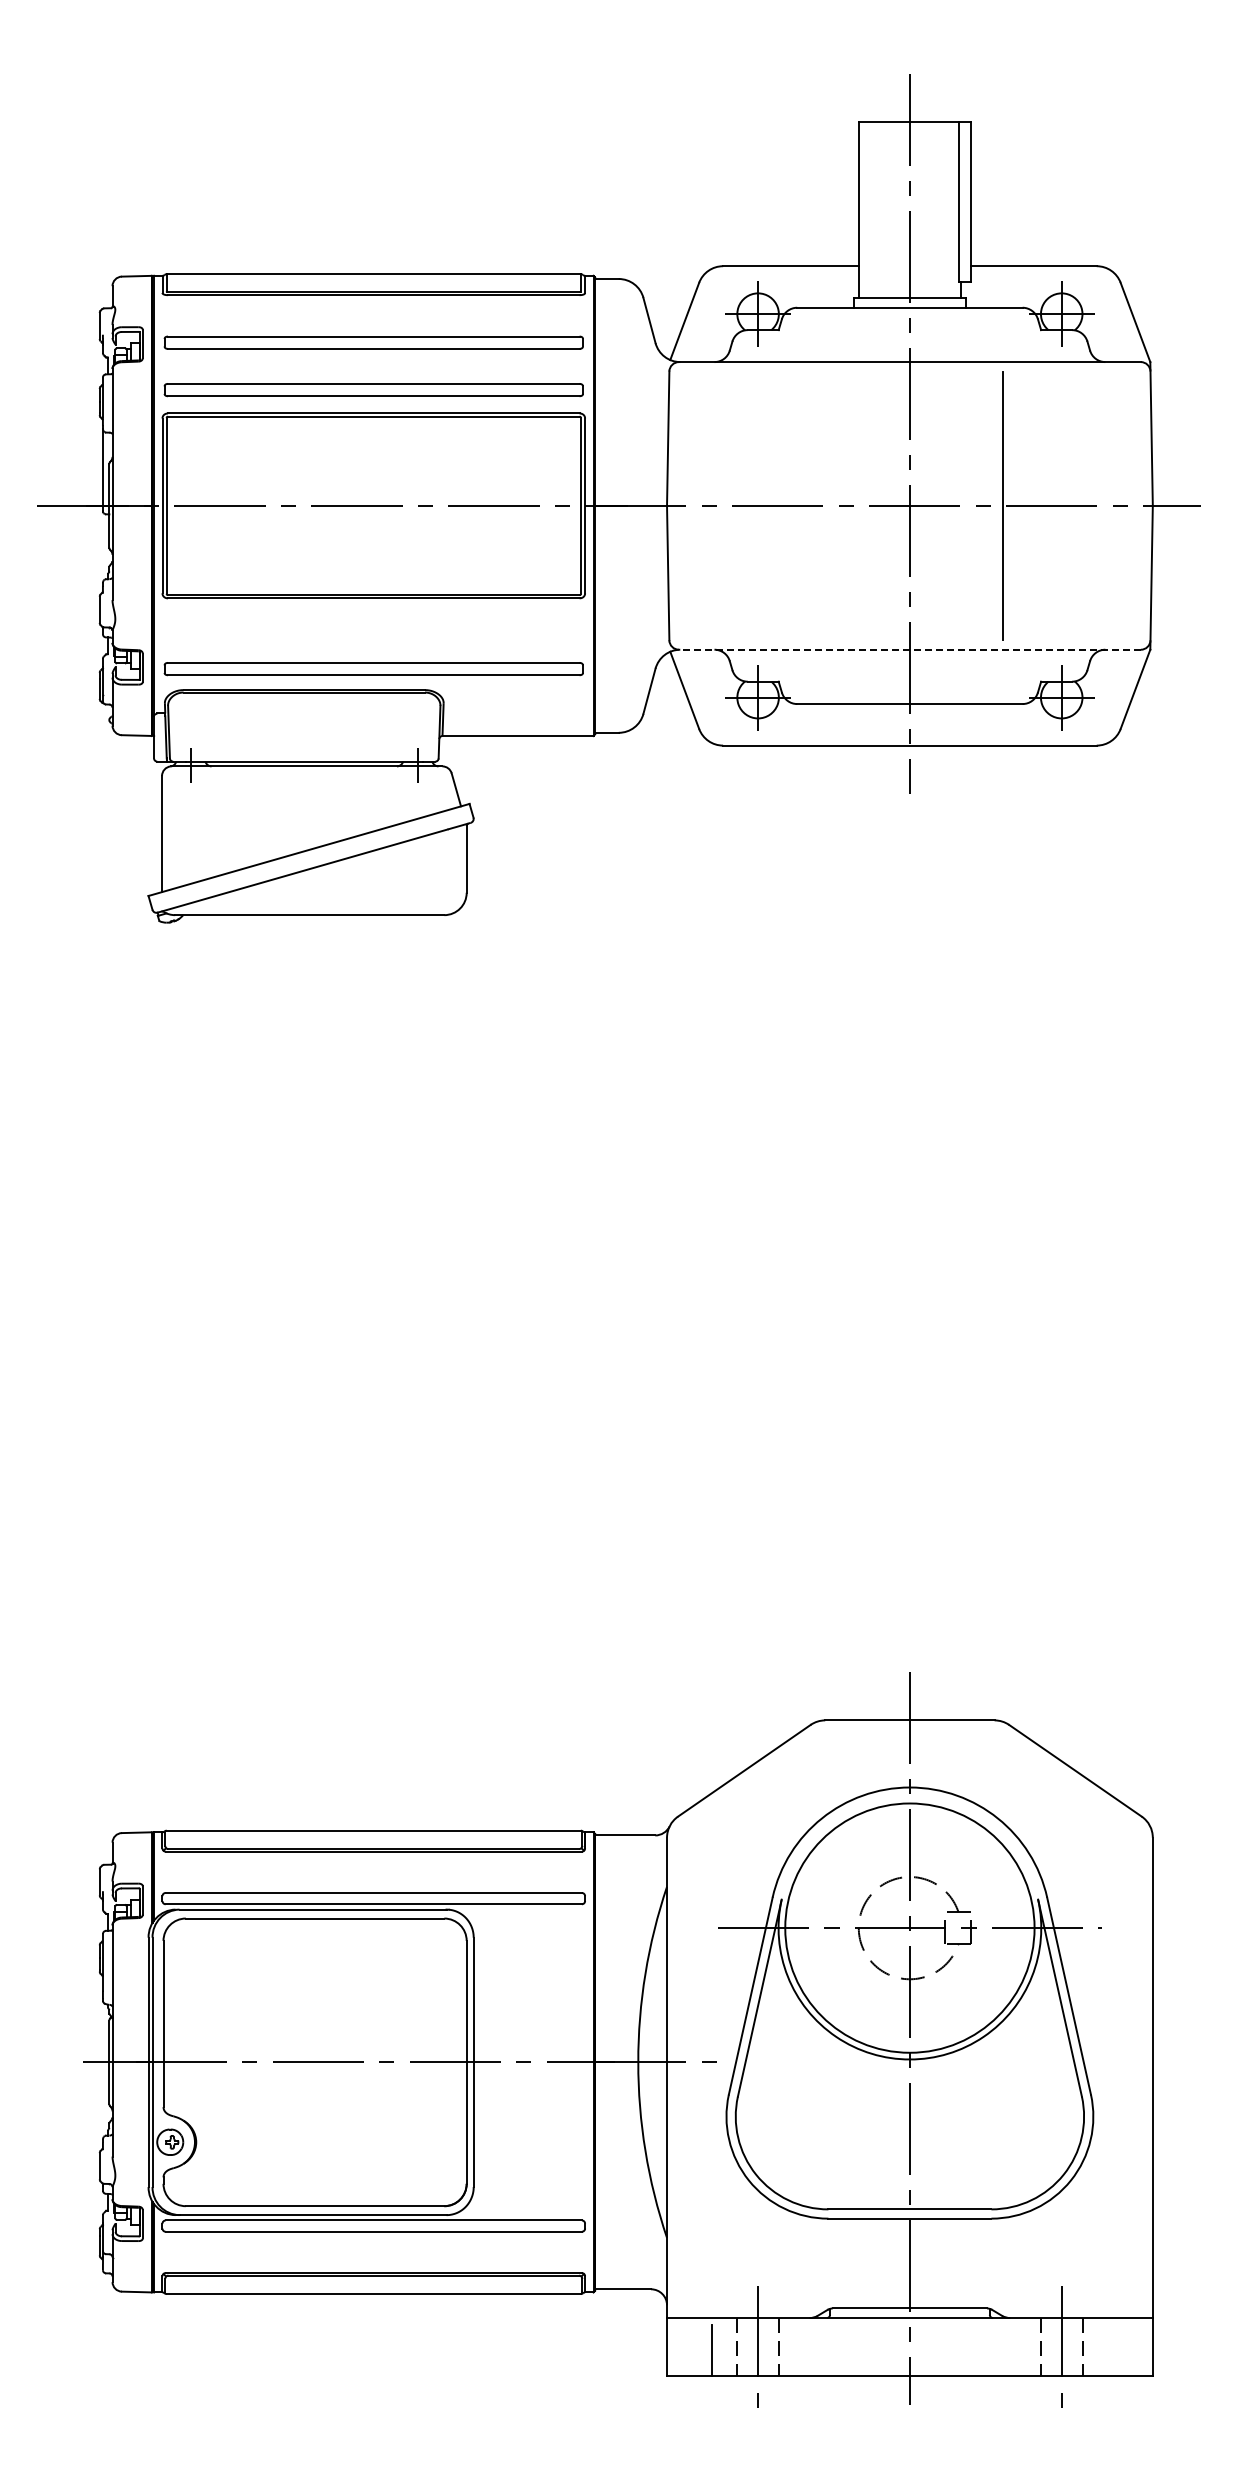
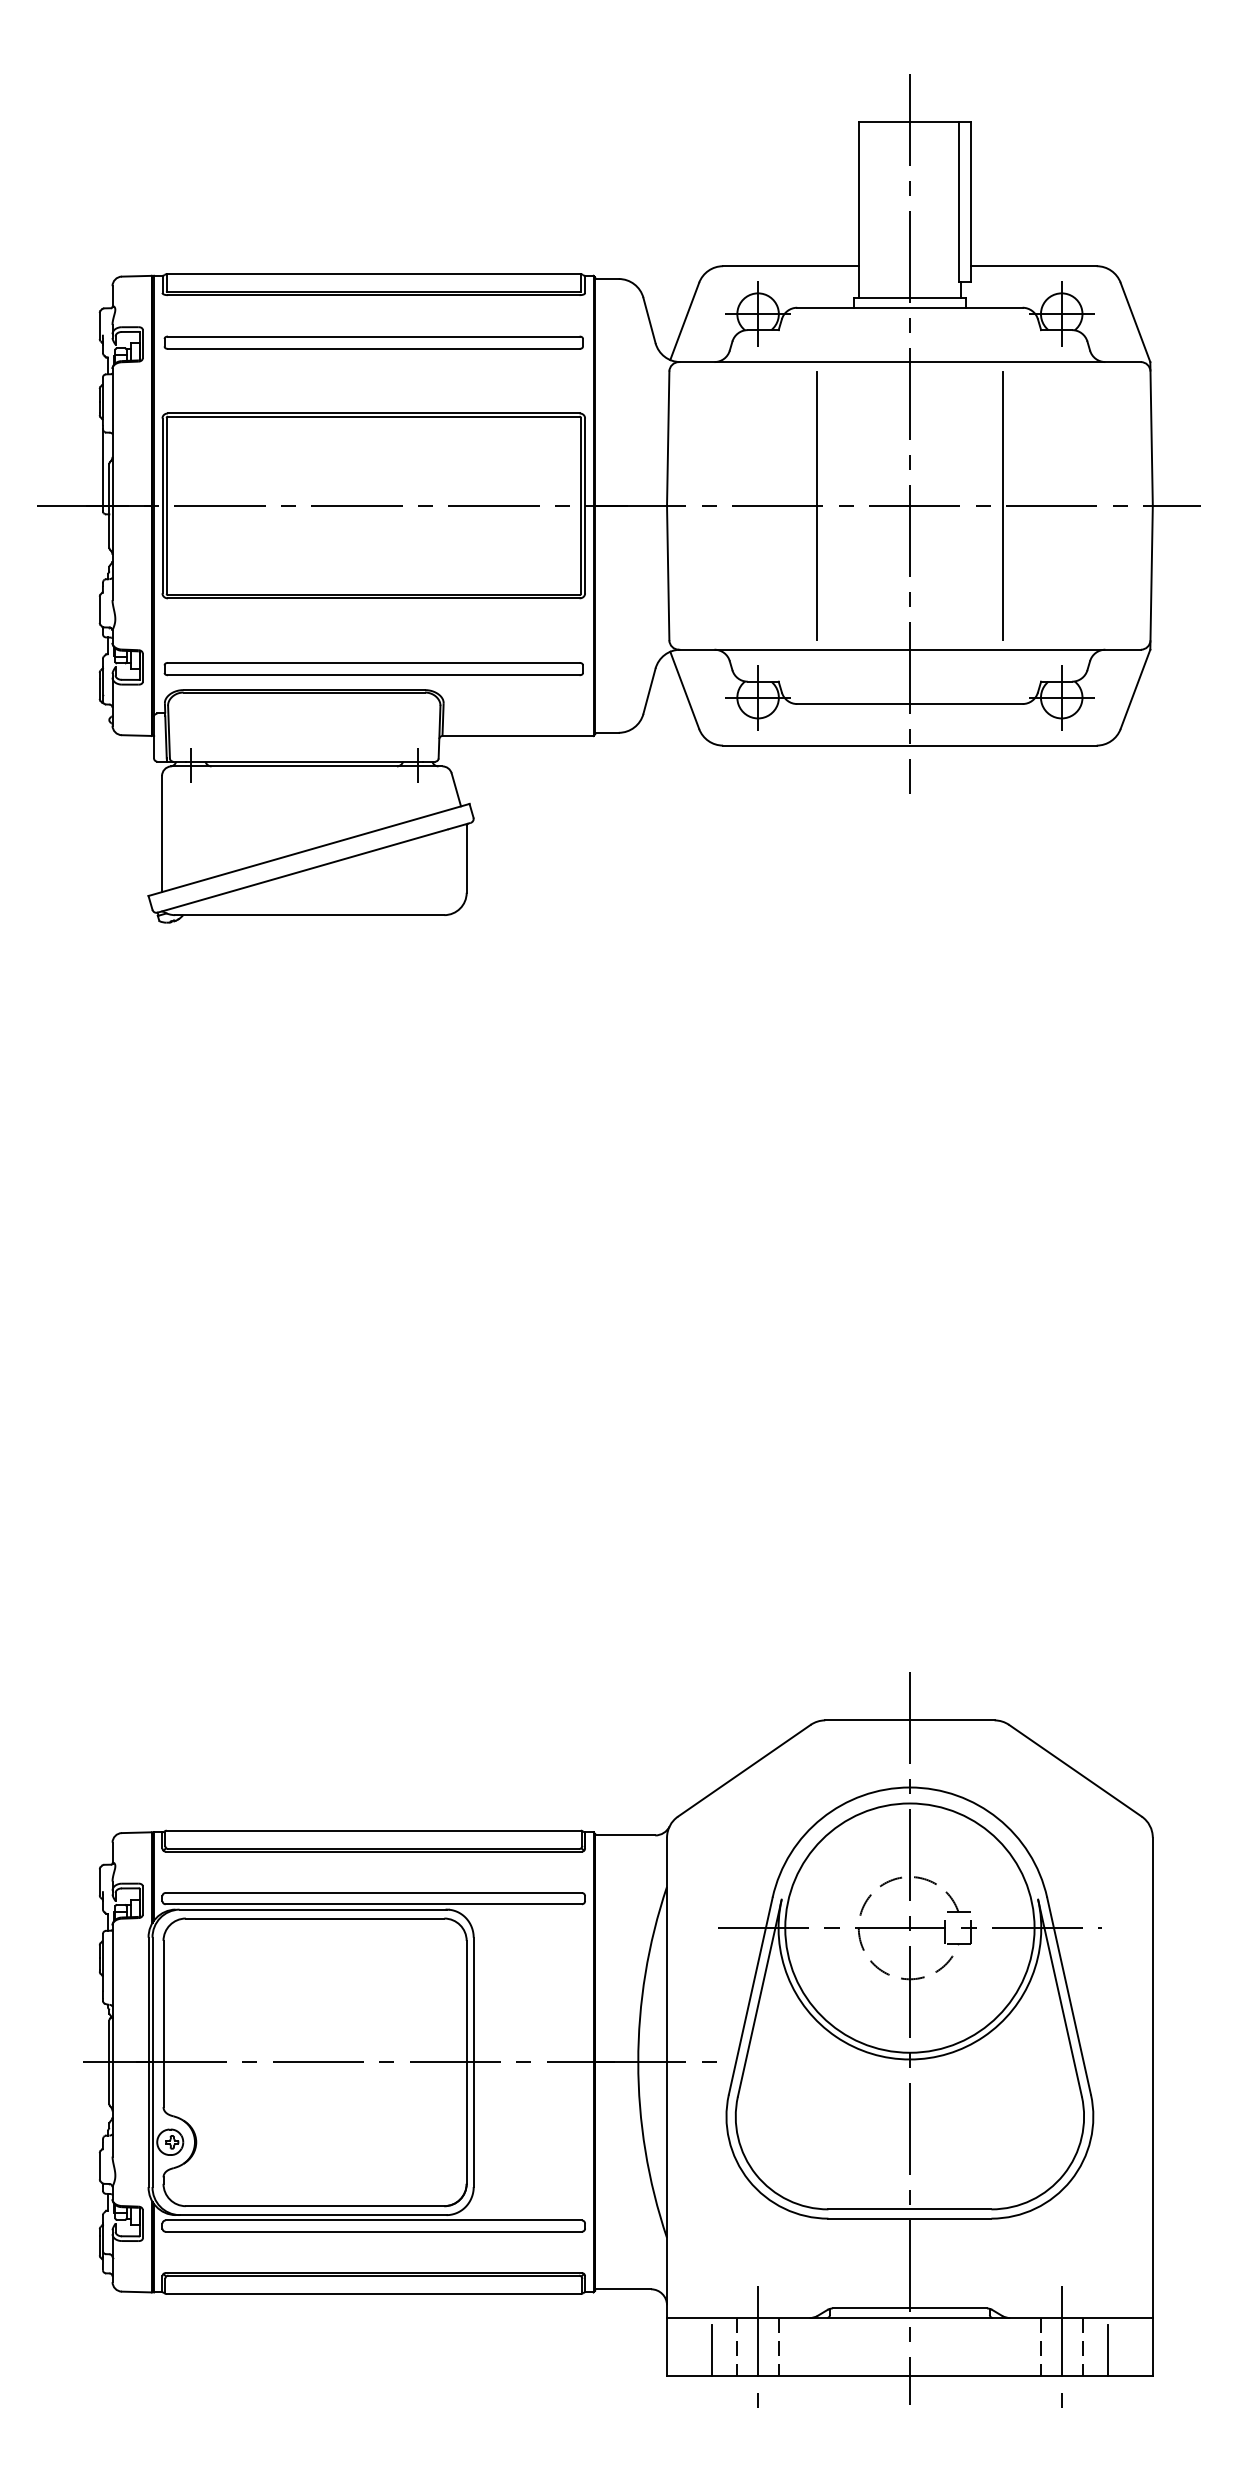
part at (373, 390): present -> none
line at (817, 505): none -> present
line at (909, 649): dashed -> solid
line at (1108, 2349): none -> present
